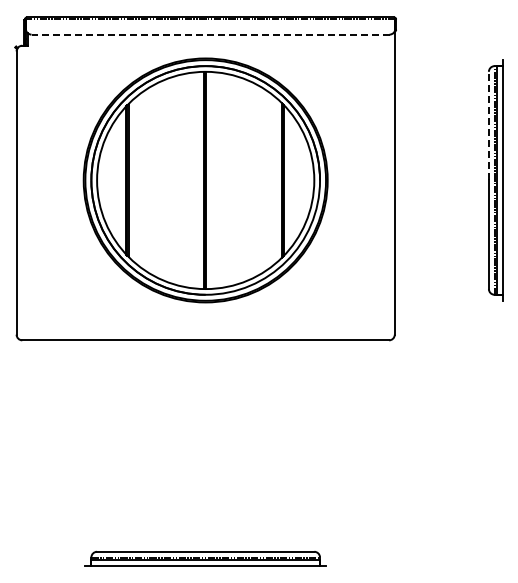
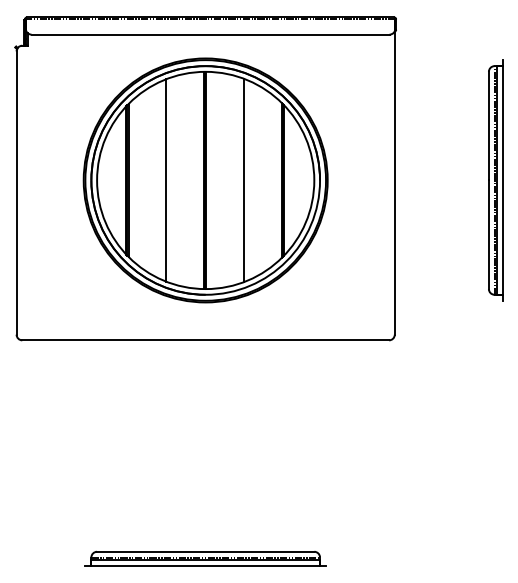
line at (210, 34): dashed -> solid
line at (488, 125): dashed -> solid
line at (166, 180): none -> present
line at (244, 180): none -> present
